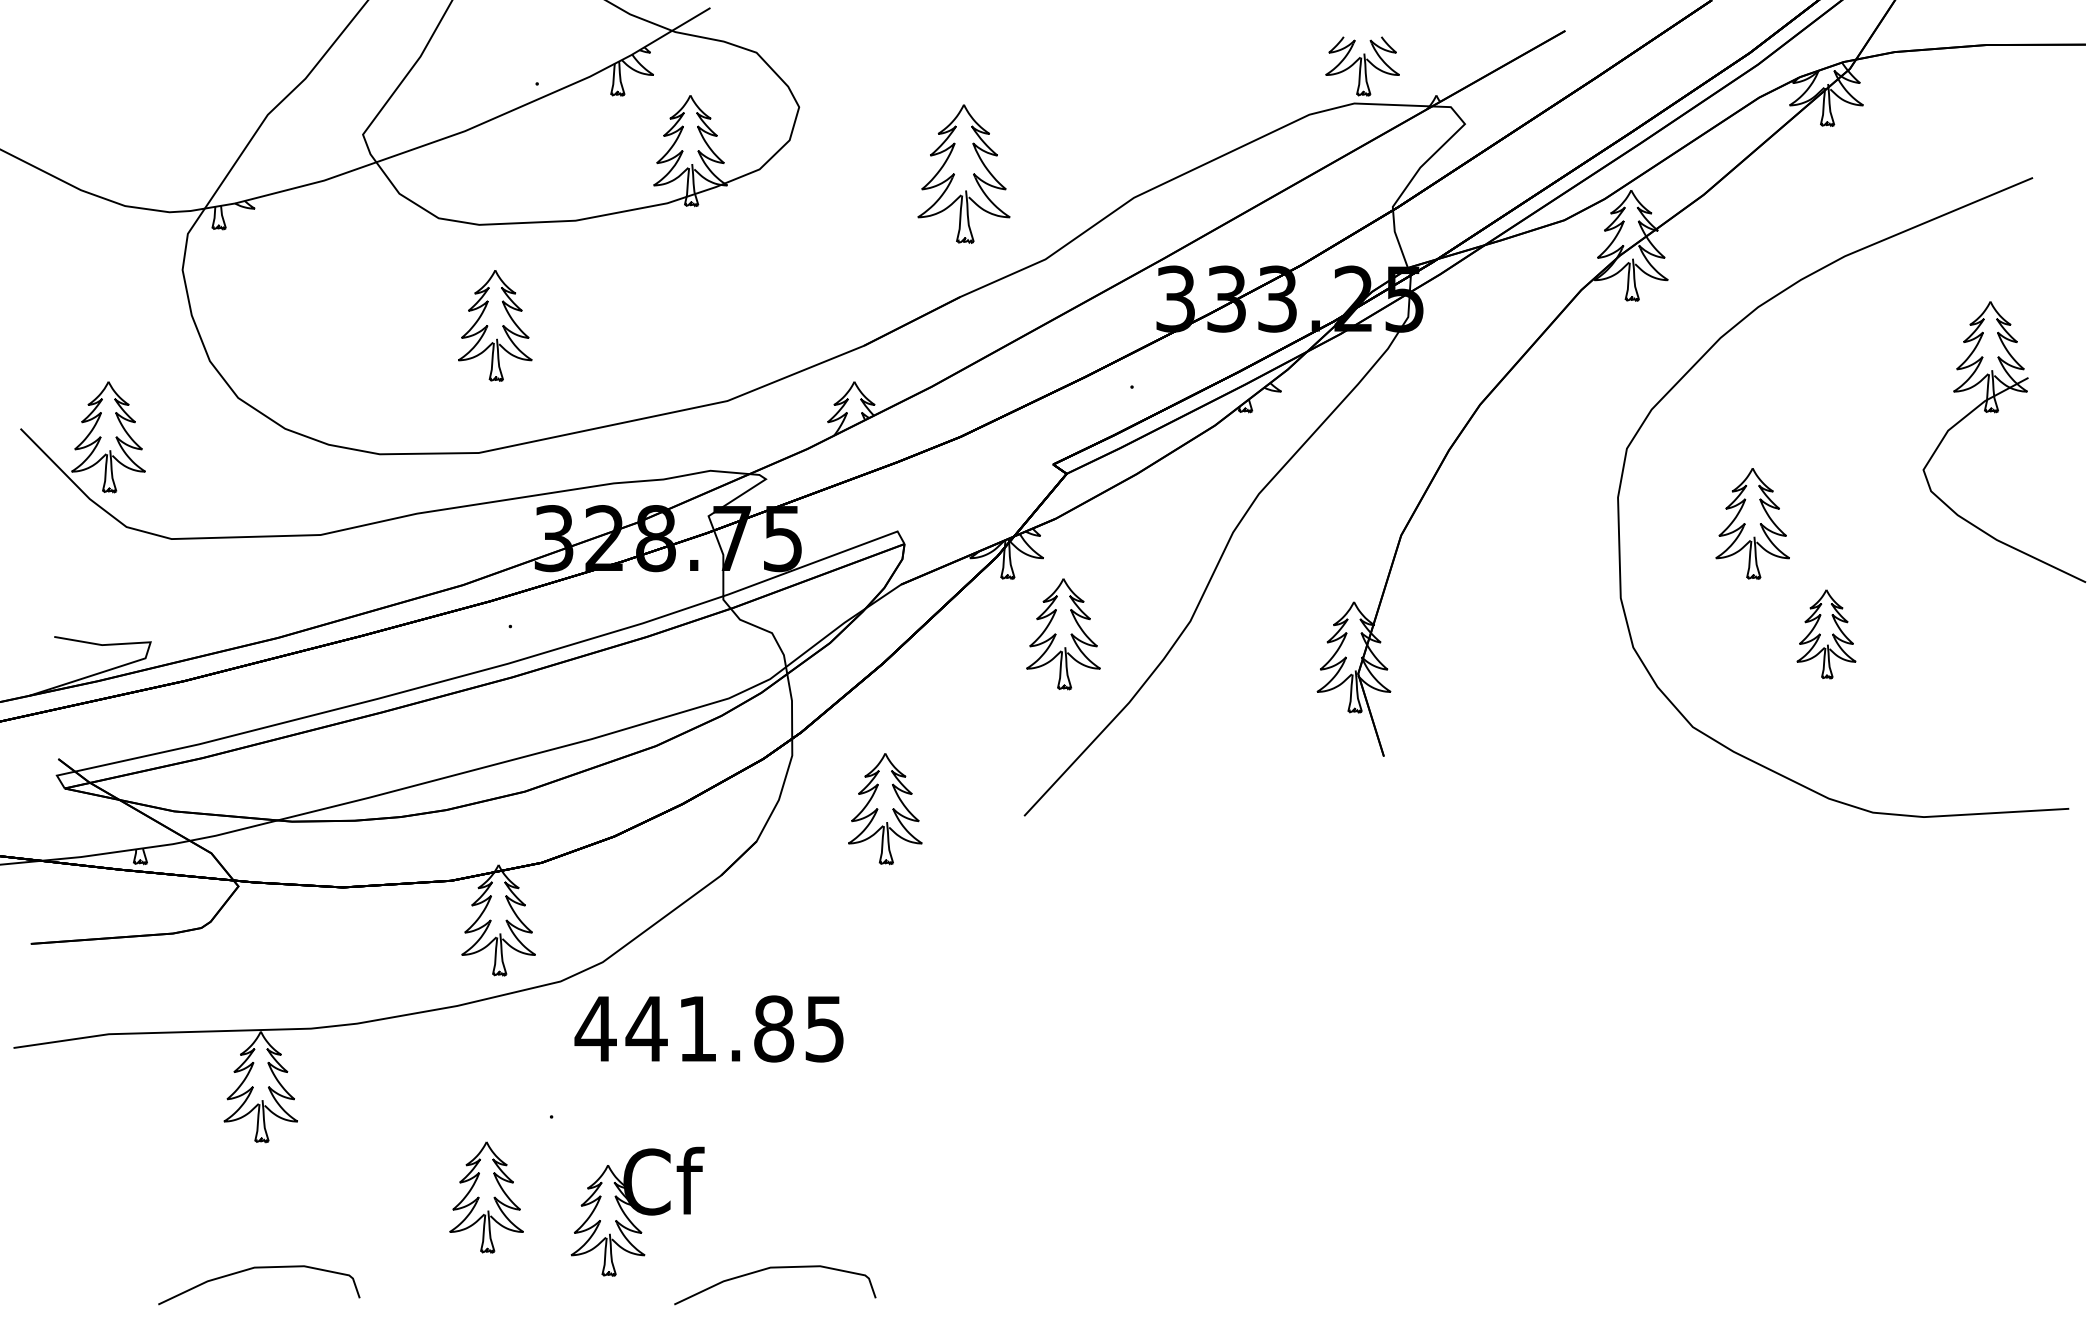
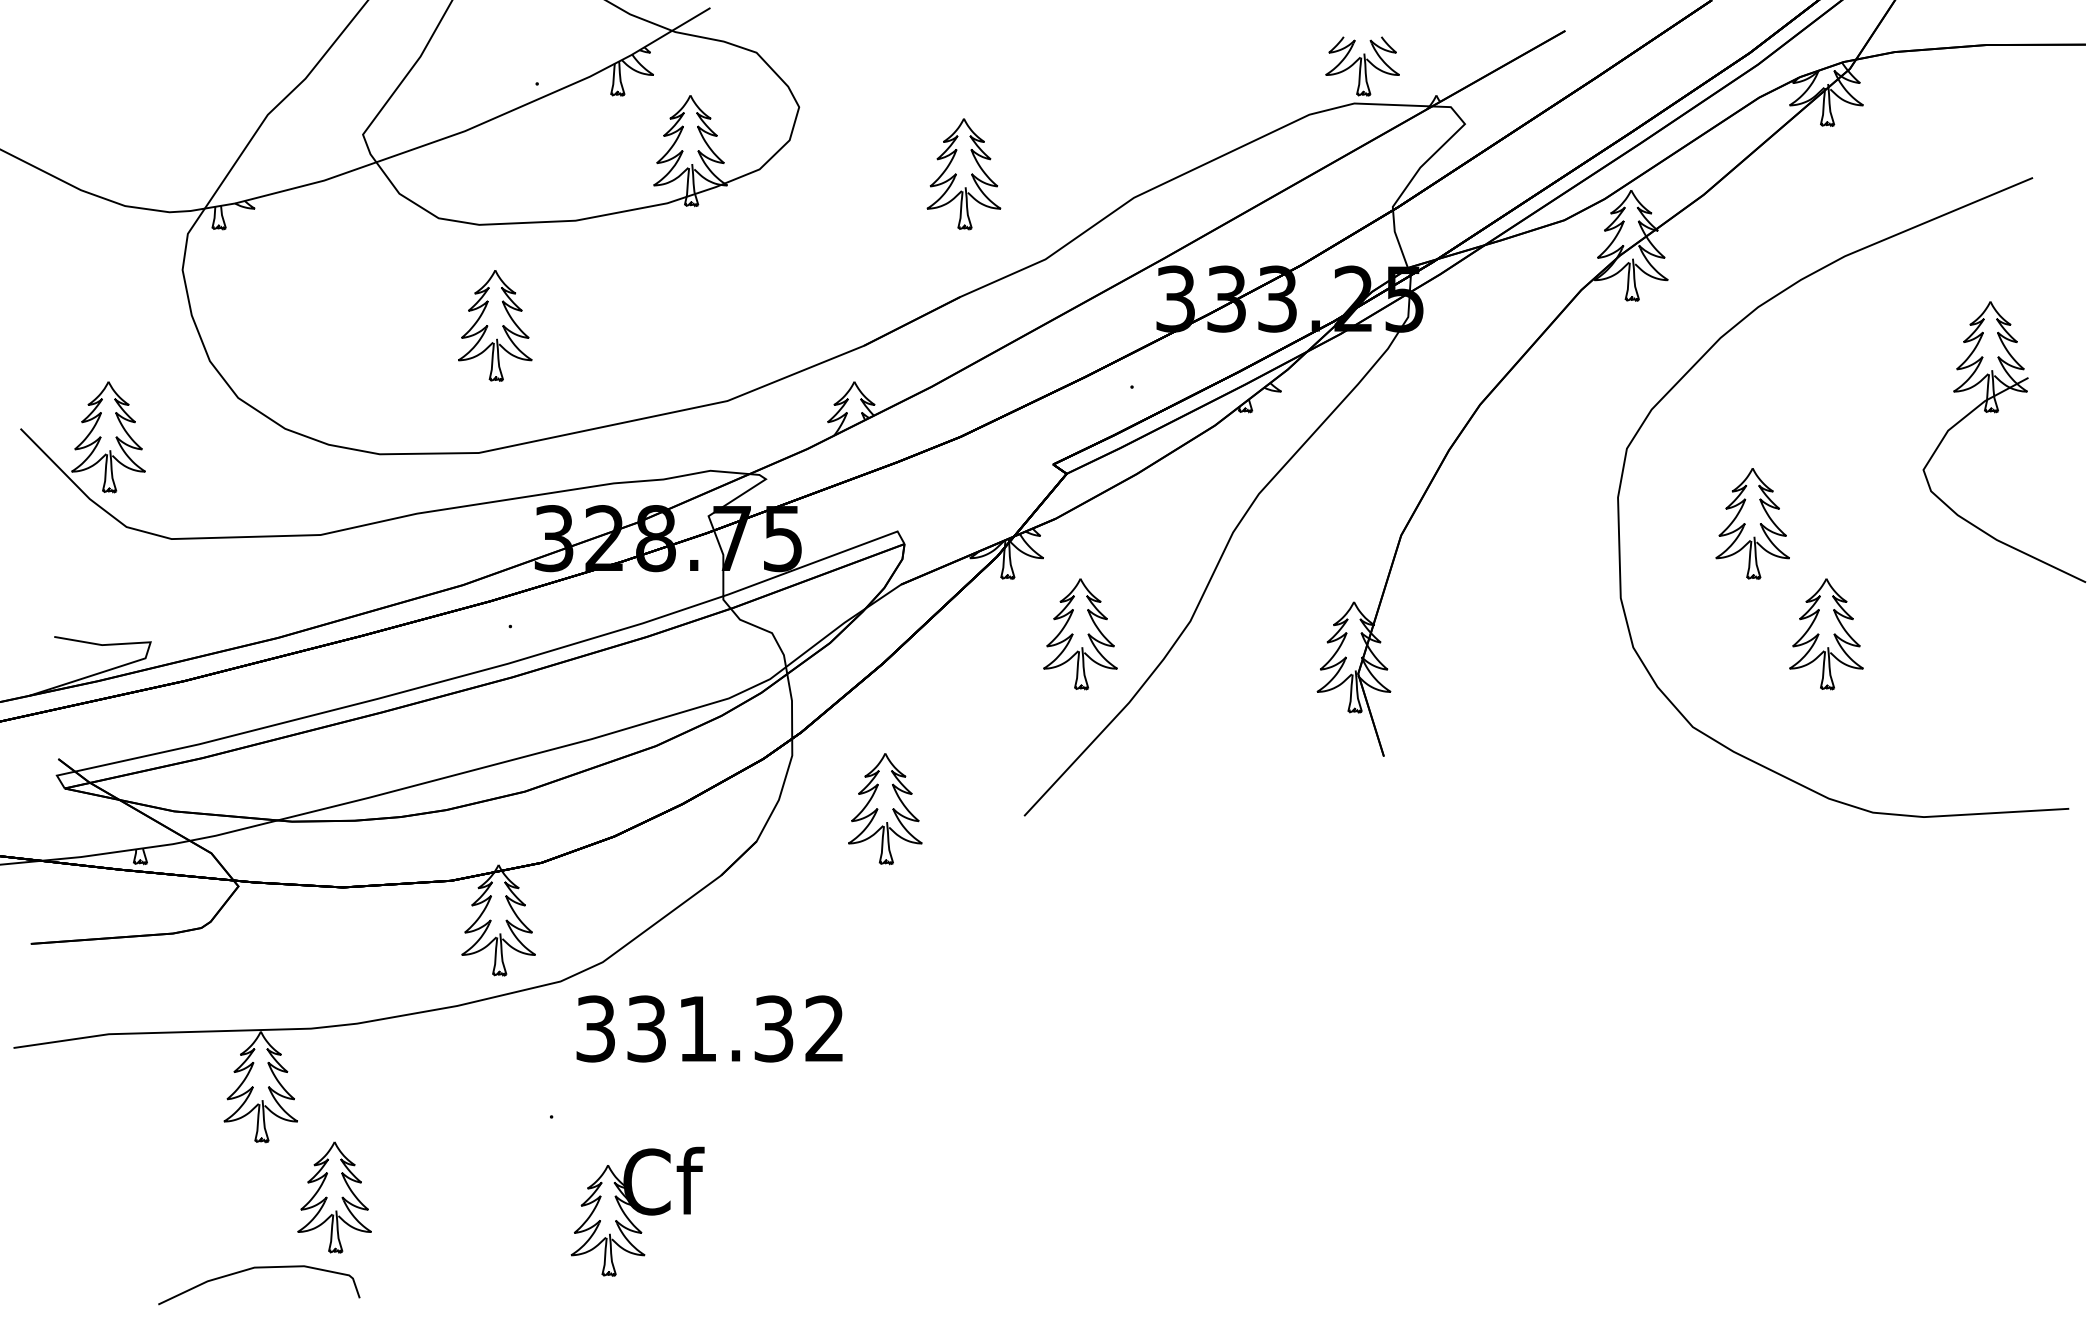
part at (963, 173) size: 94x140 px -> 76x113 px
part at (1063, 634) position: (1063, 634) -> (1080, 634)
part at (1826, 634) size: 61x91 px -> 75x113 px
text at (708, 1028): 441.85 -> 331.32
part at (486, 1197) position: (486, 1197) -> (334, 1197)
curve at (775, 1268): present -> none
